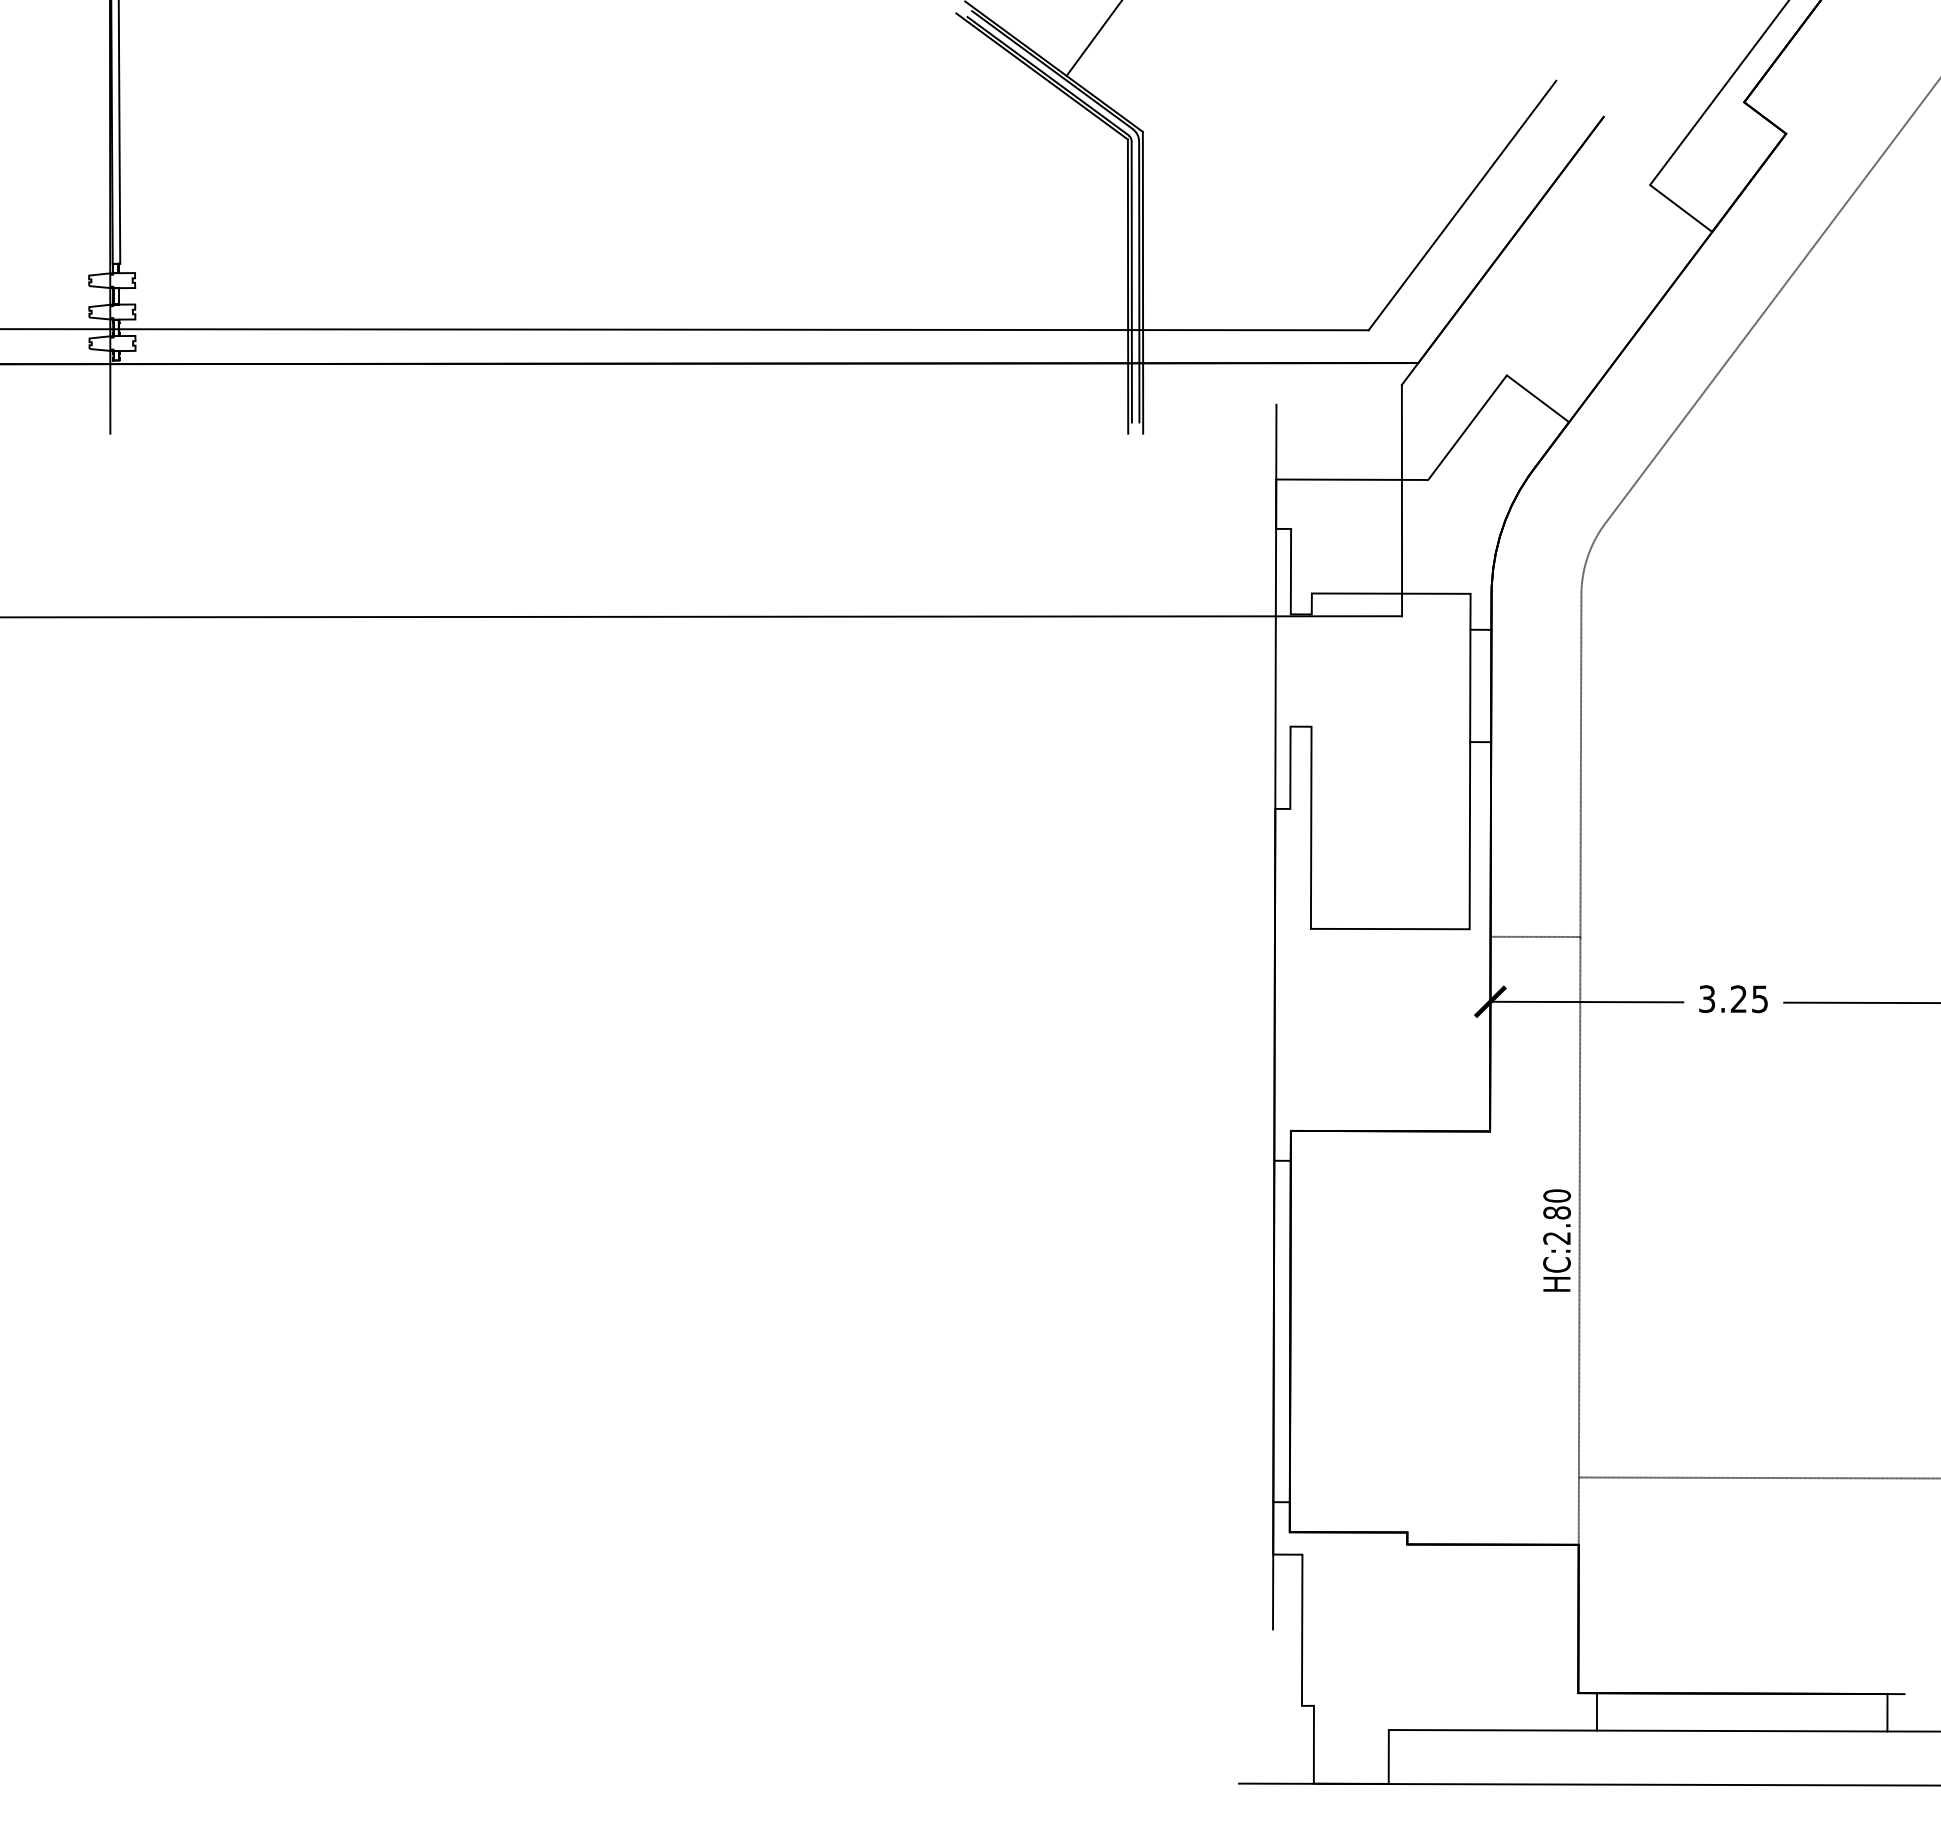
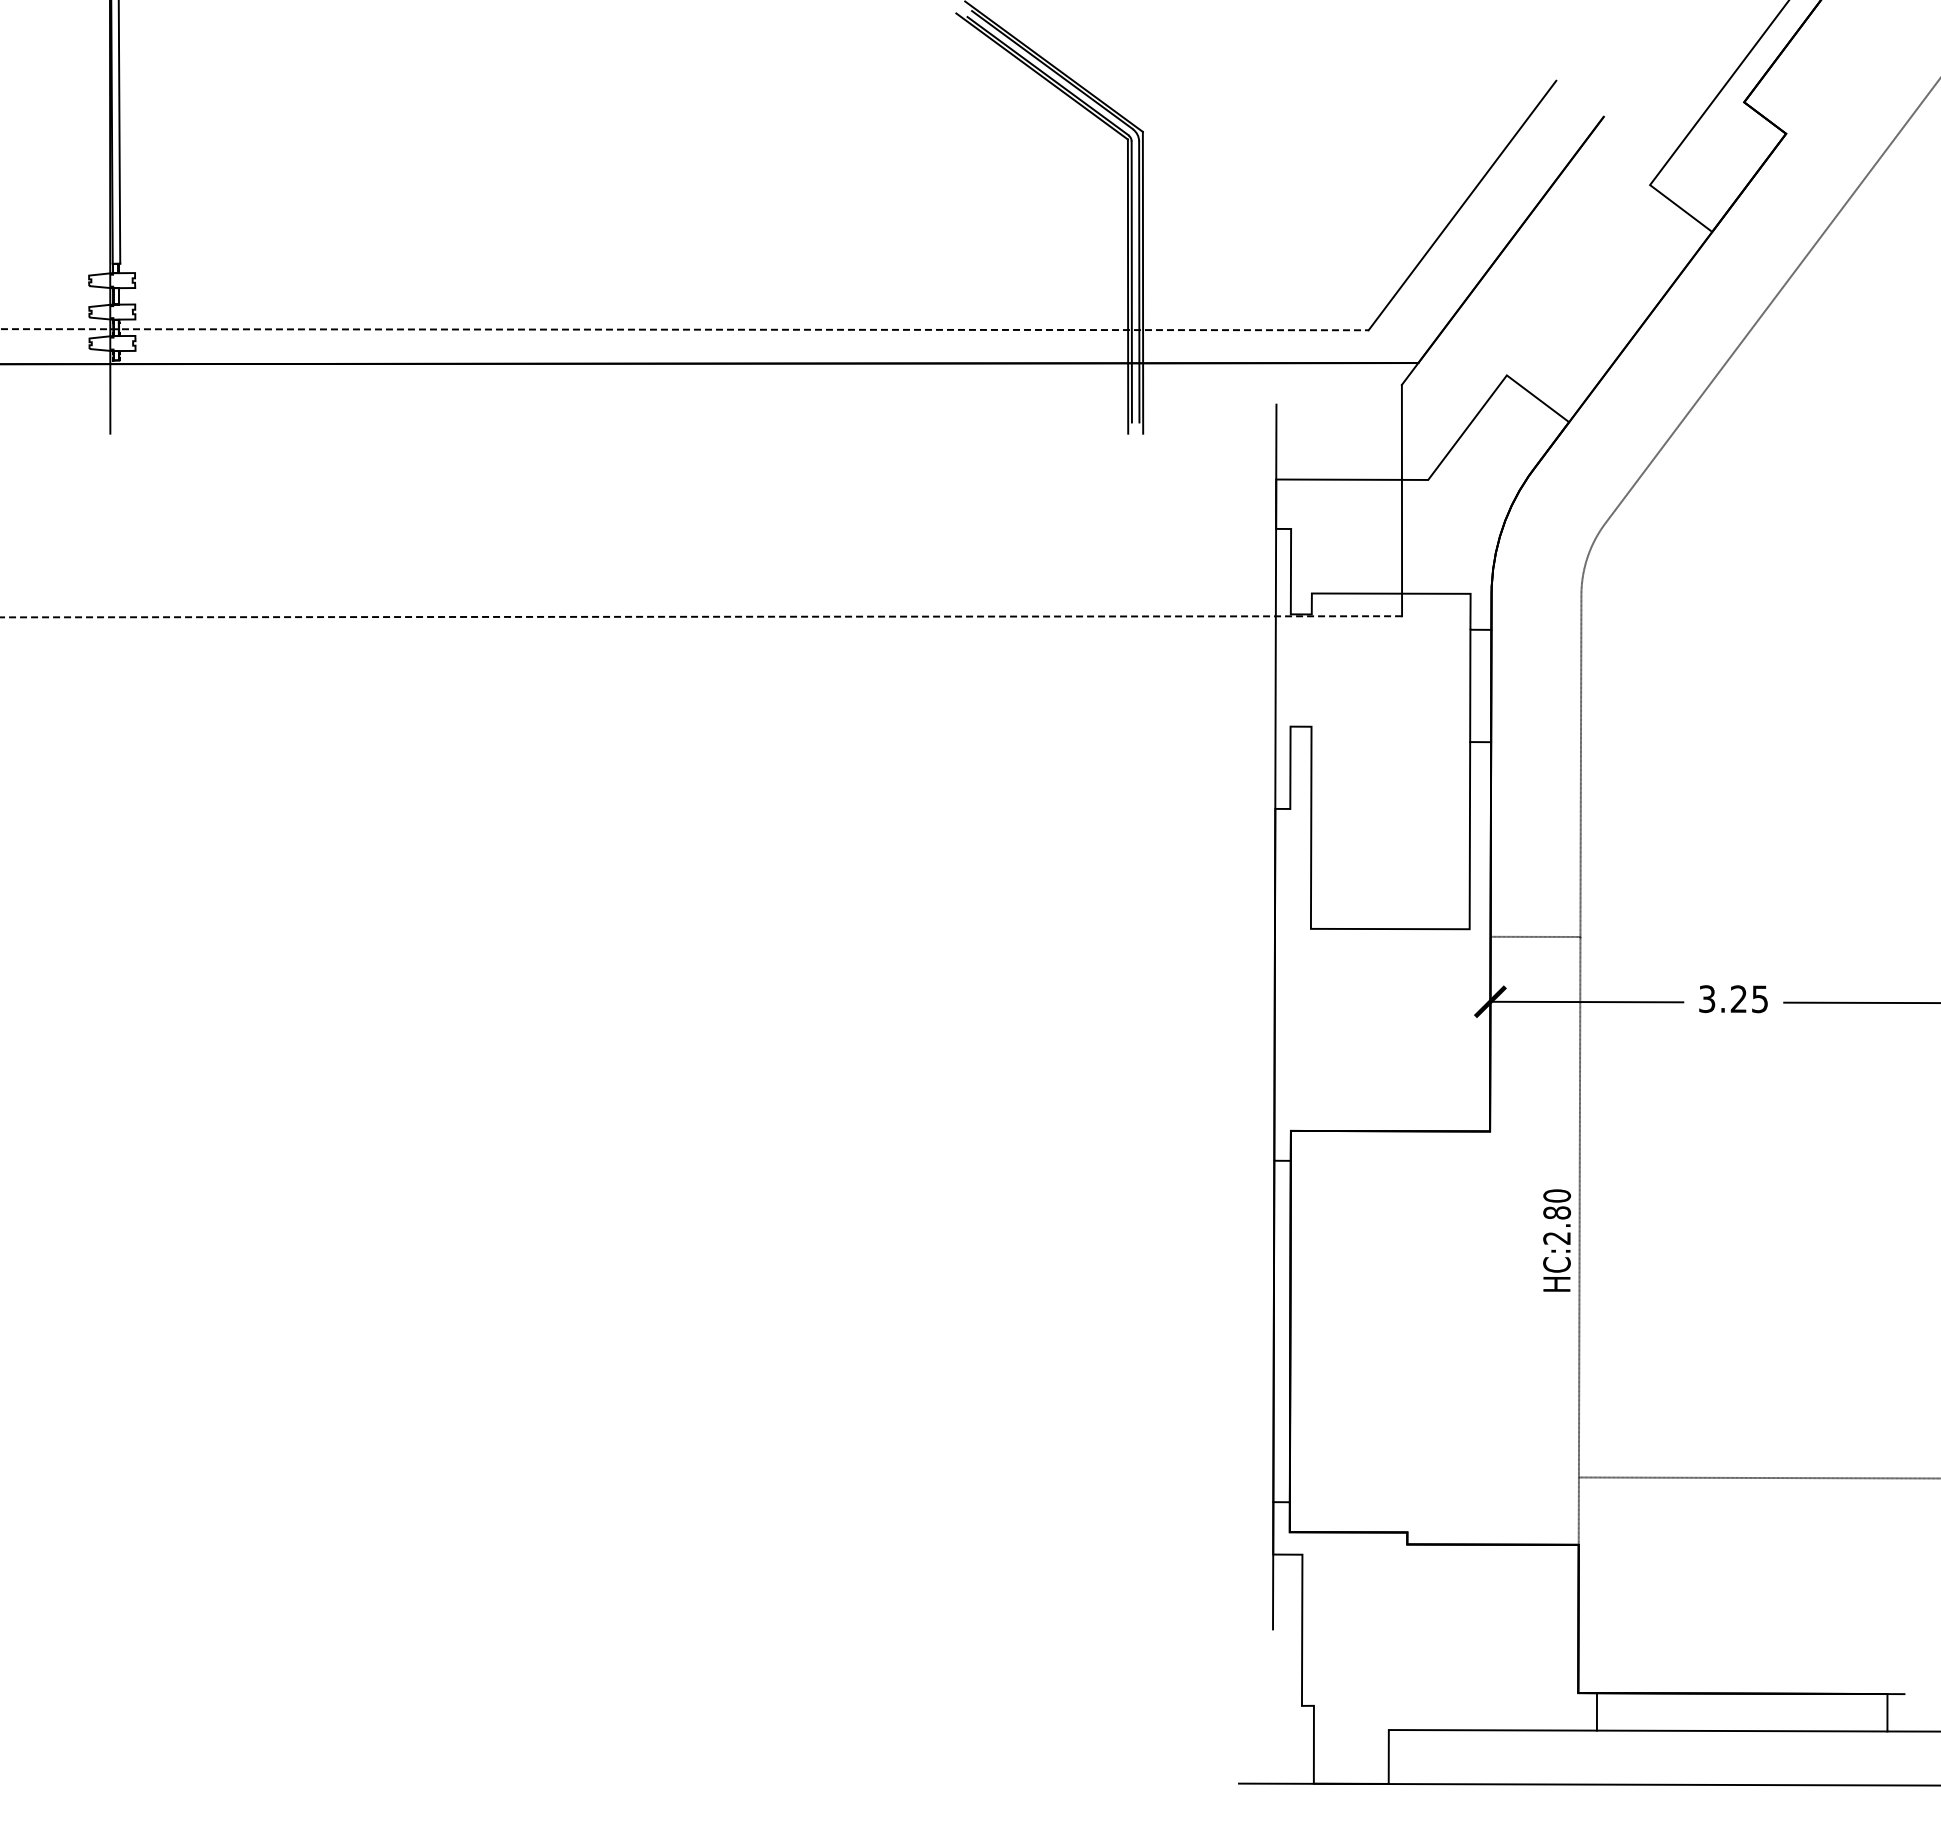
line at (1093, 38): present -> none
line at (684, 329): solid -> dashed
line at (701, 616): solid -> dashed
